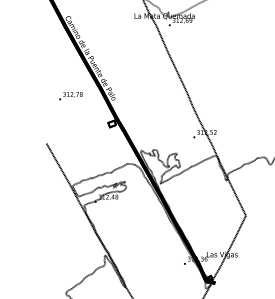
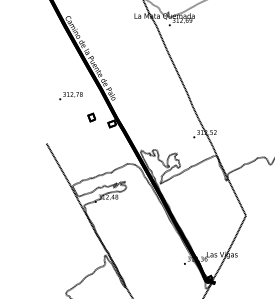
part at (91, 117): none -> present
